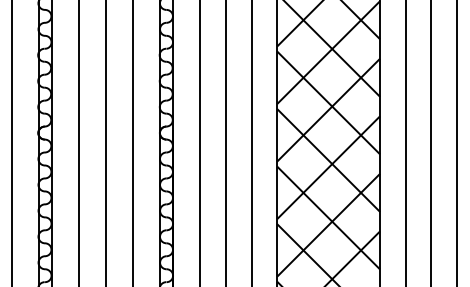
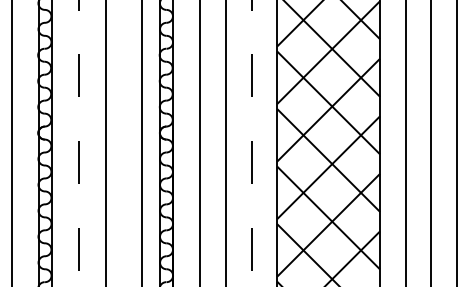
line at (79, 142): solid -> dashed
line at (133, 142) position: (133, 142) -> (142, 142)
line at (251, 142): solid -> dashed
